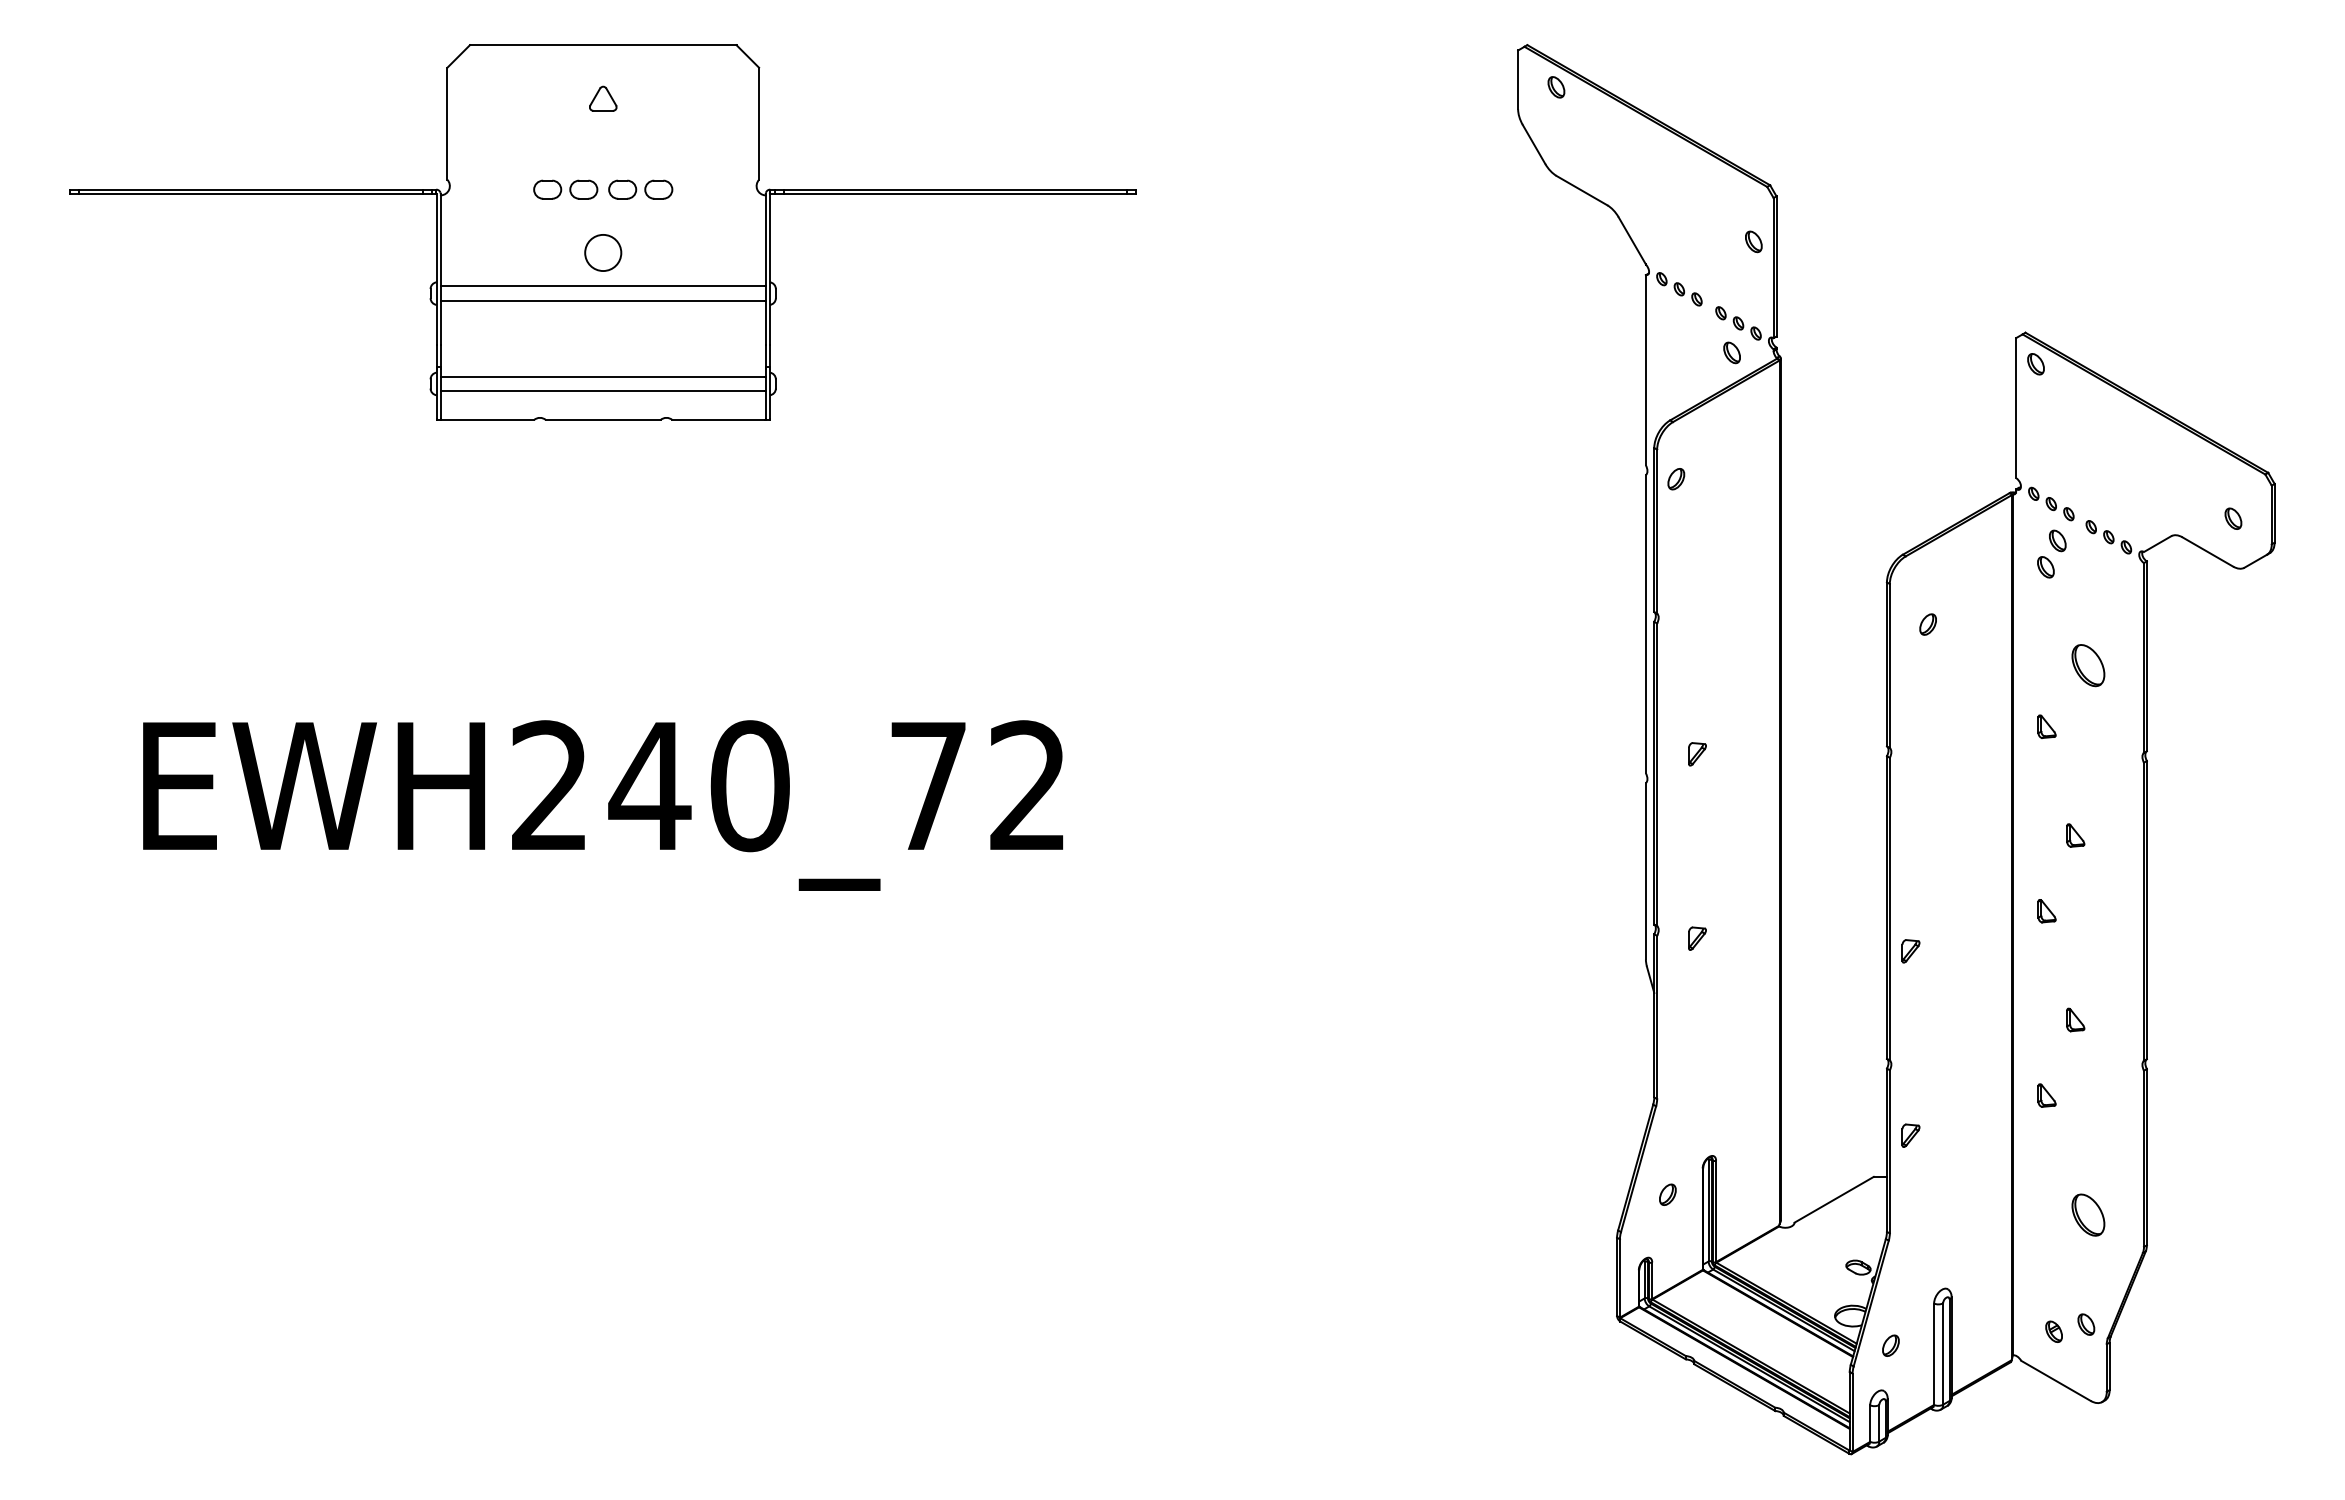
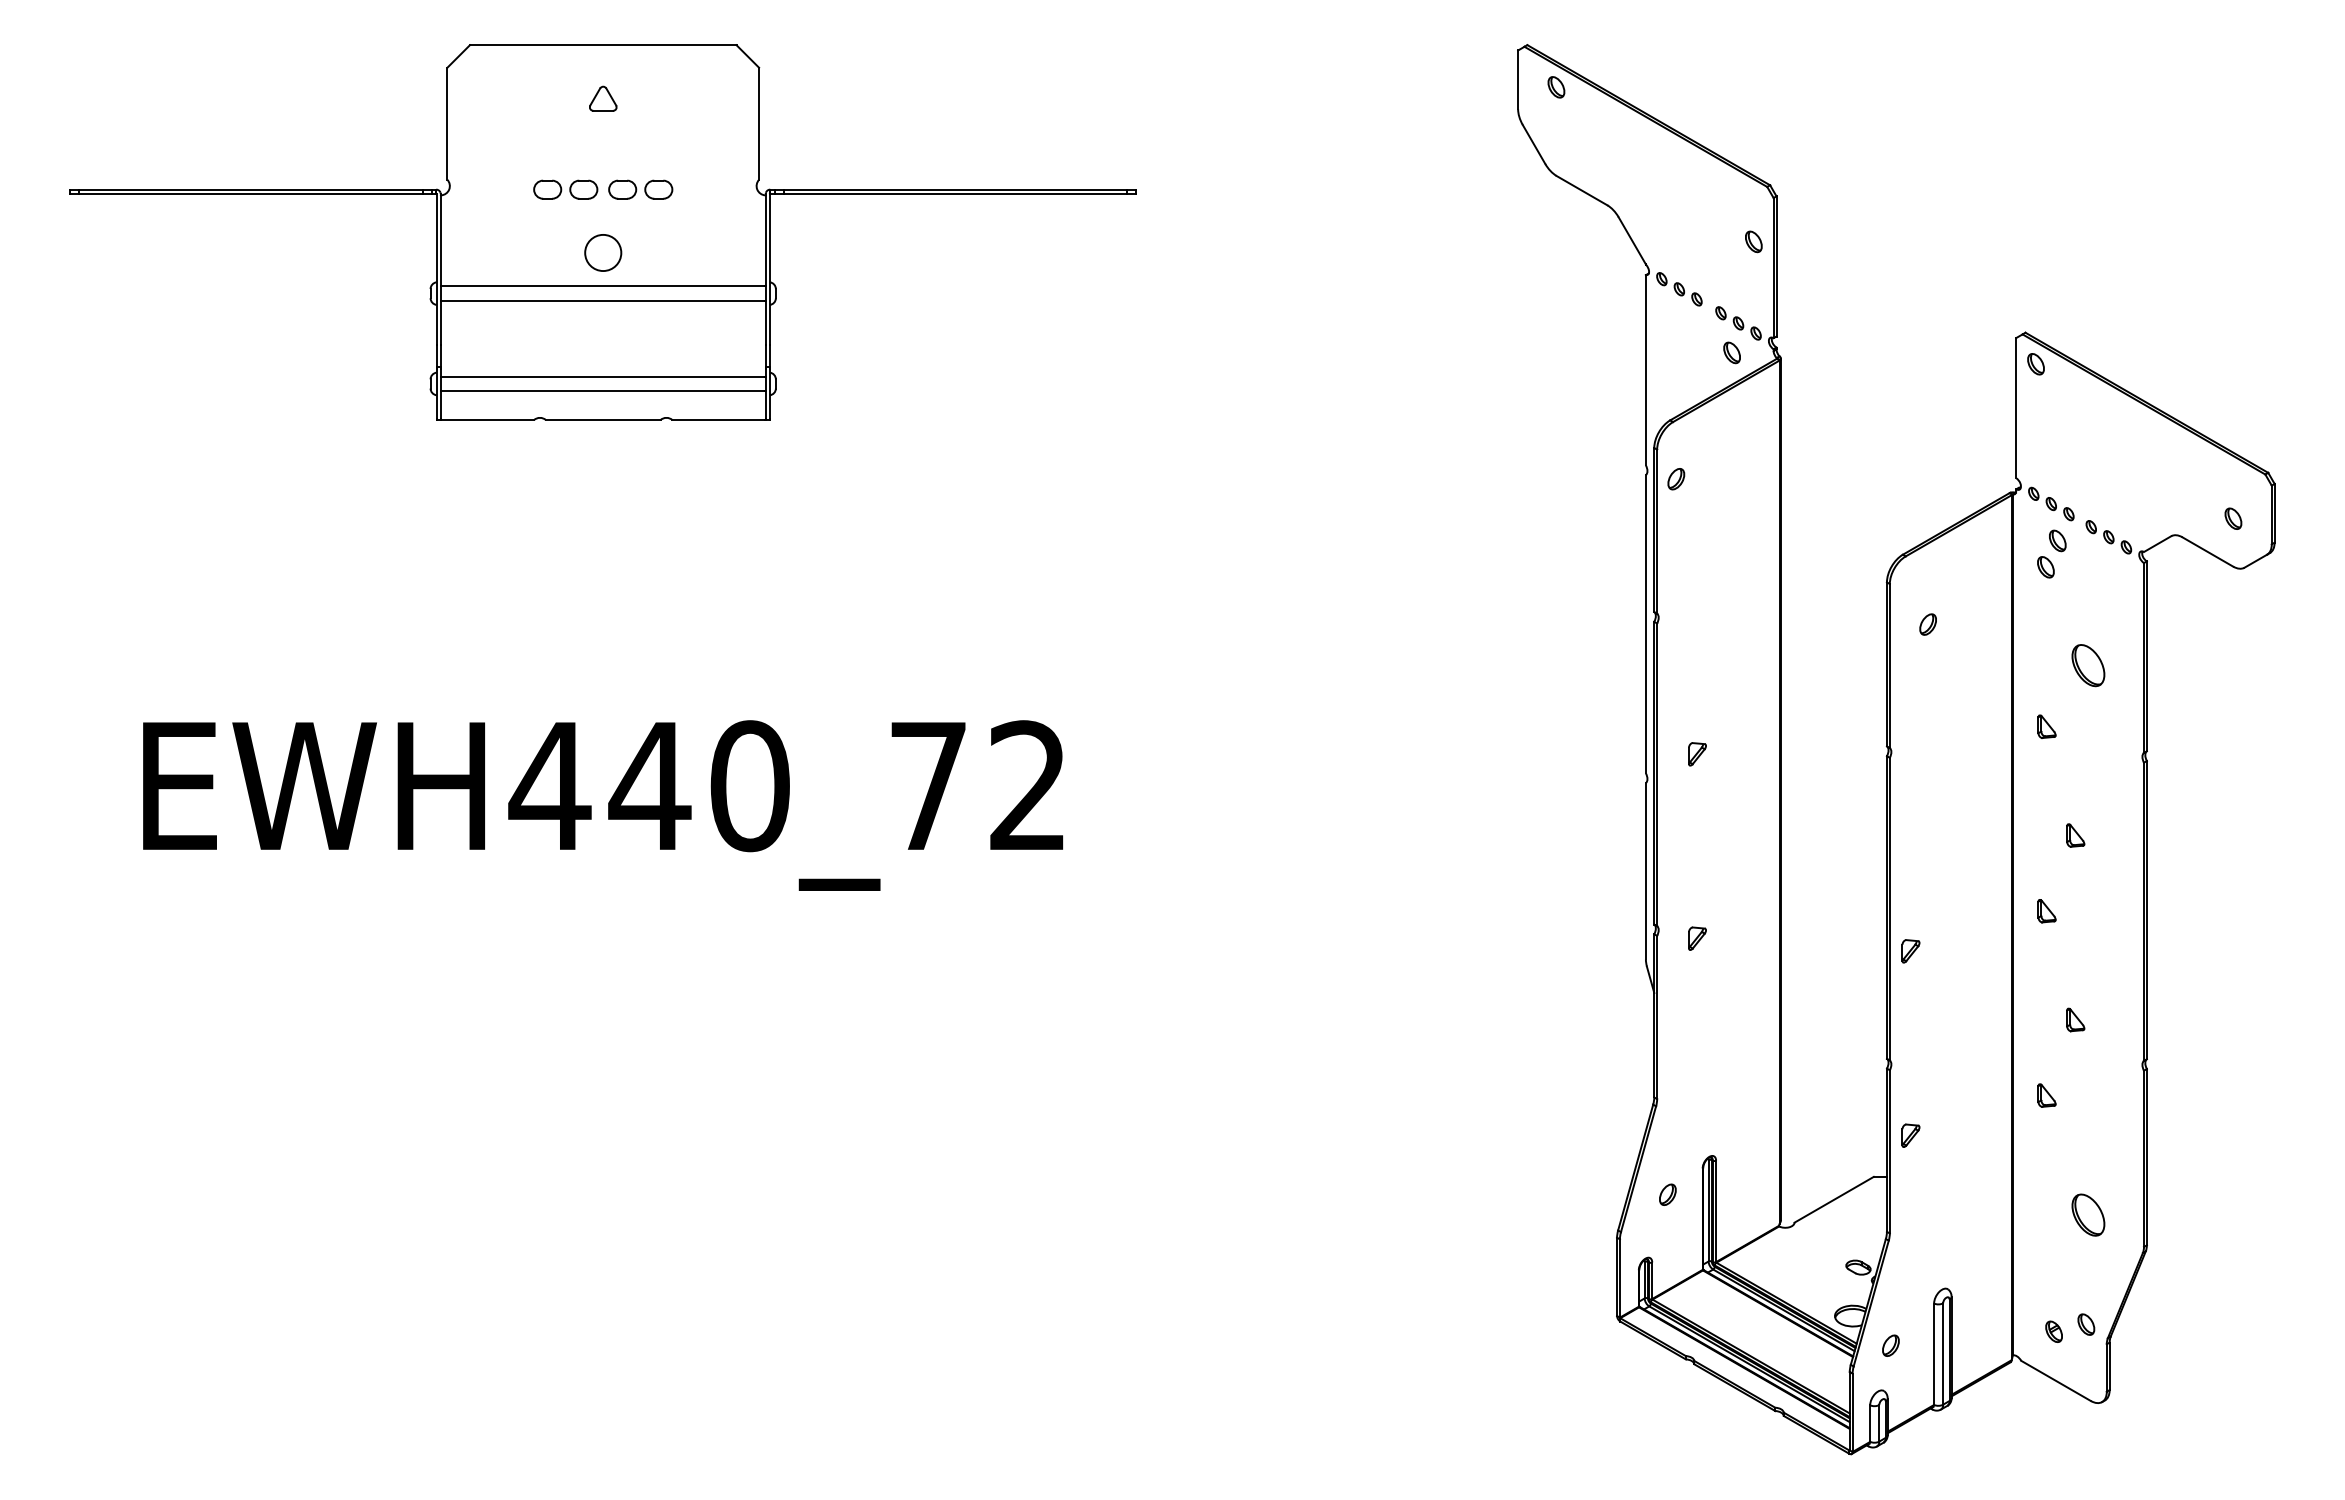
text at (549, 784): EWH240_72 -> EWH440_72
